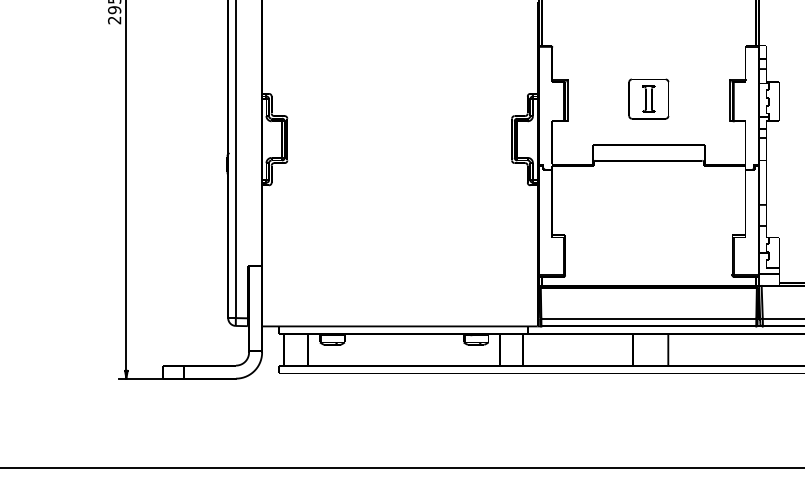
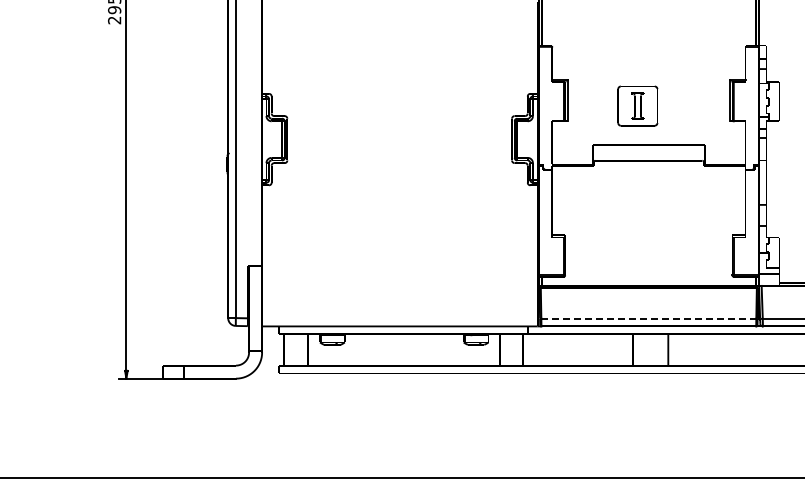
part at (648, 98) position: (648, 98) -> (637, 105)
line at (649, 318): solid -> dashed
line at (401, 467) position: (401, 467) -> (401, 477)
